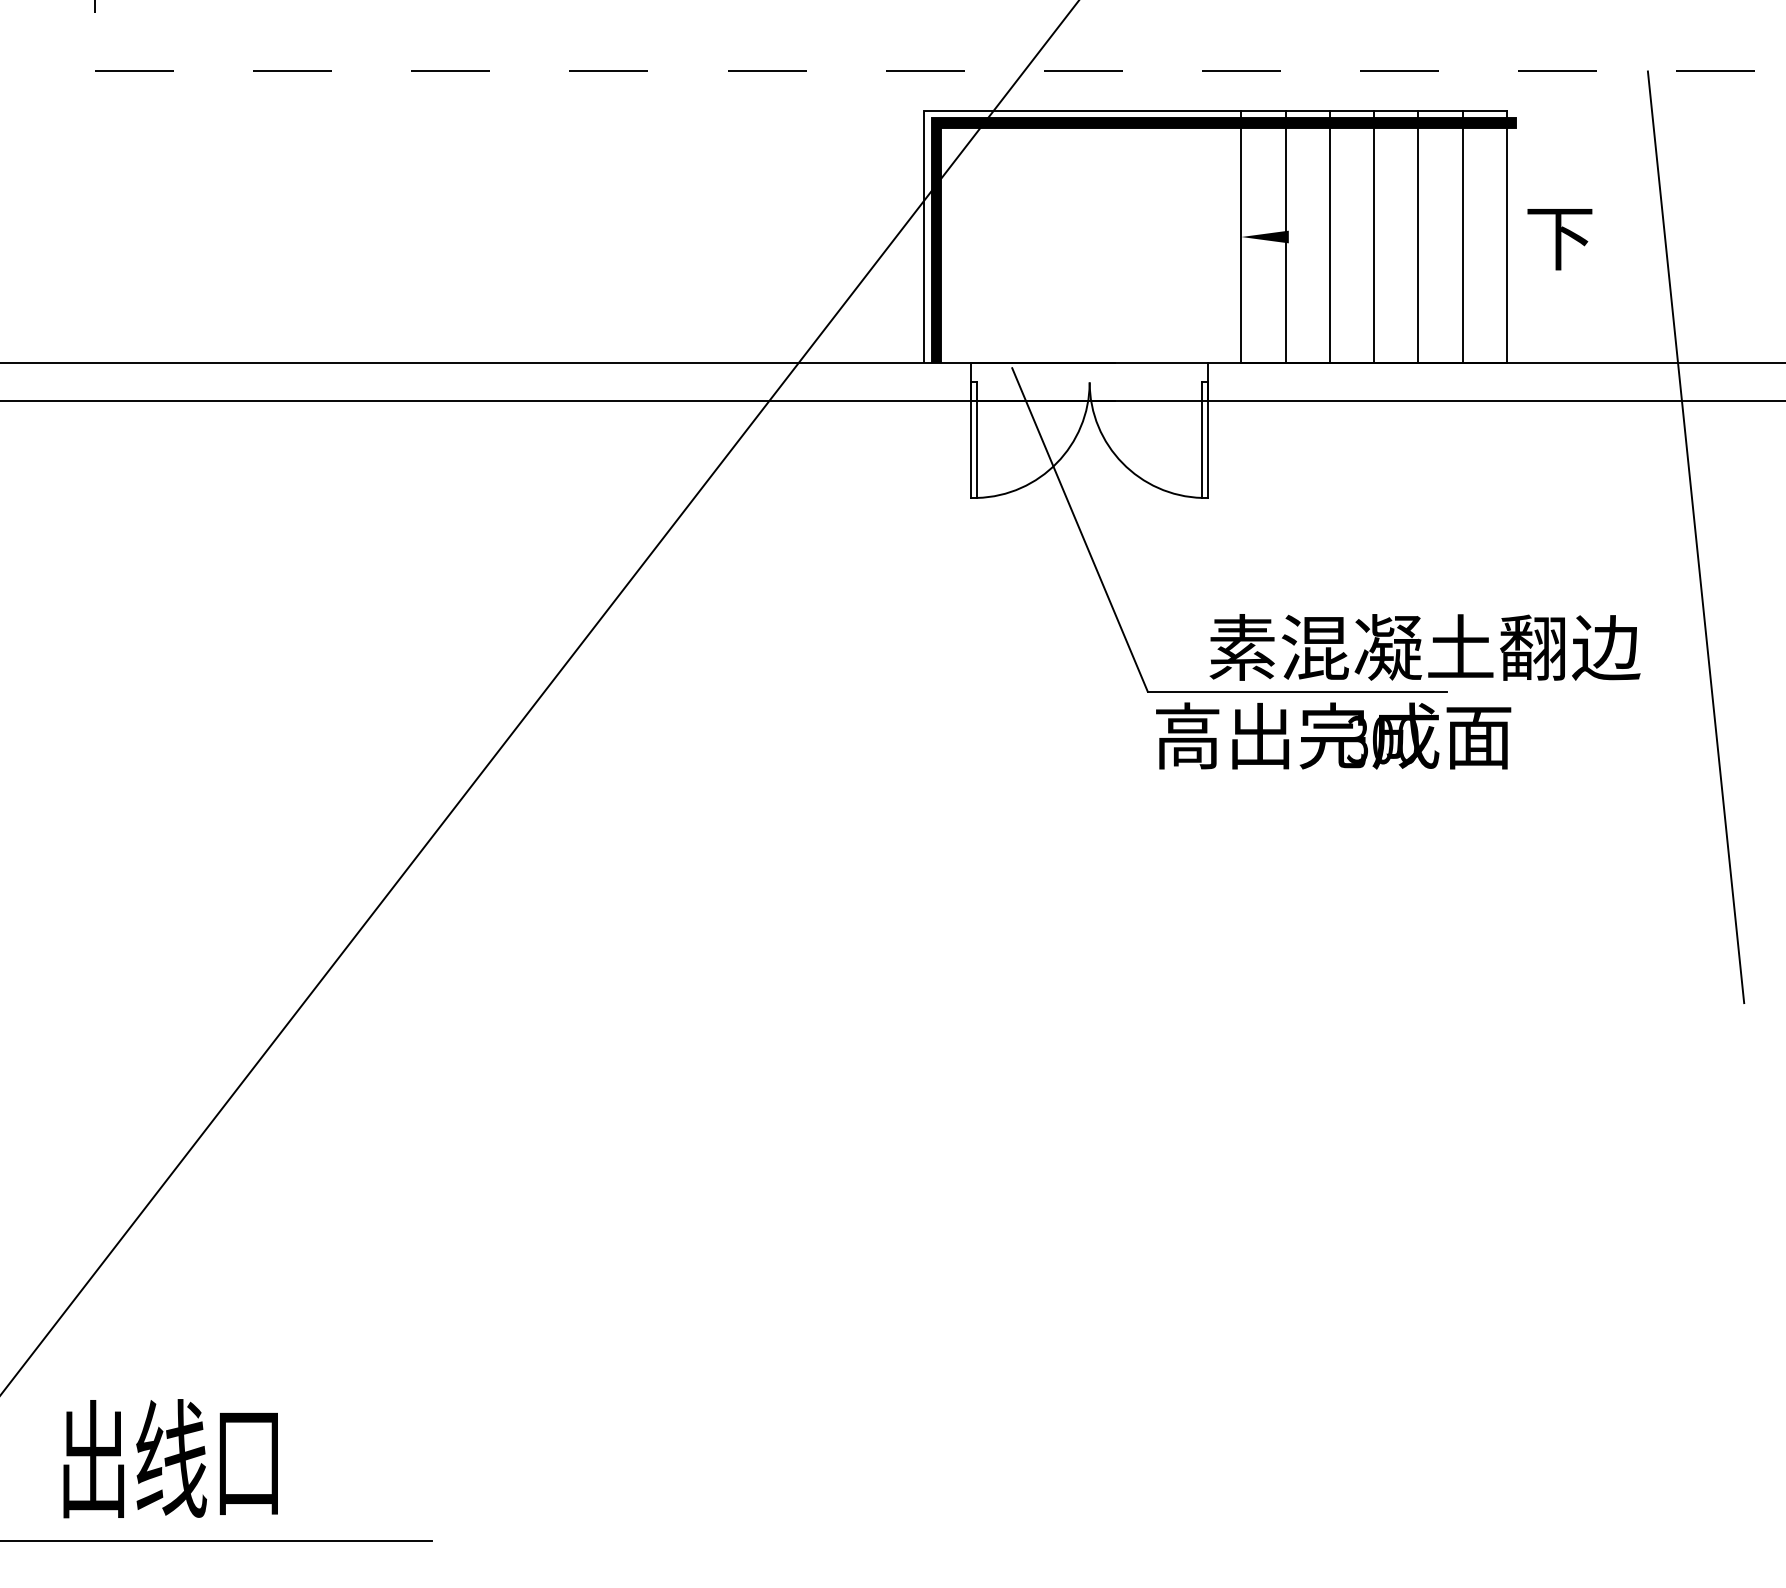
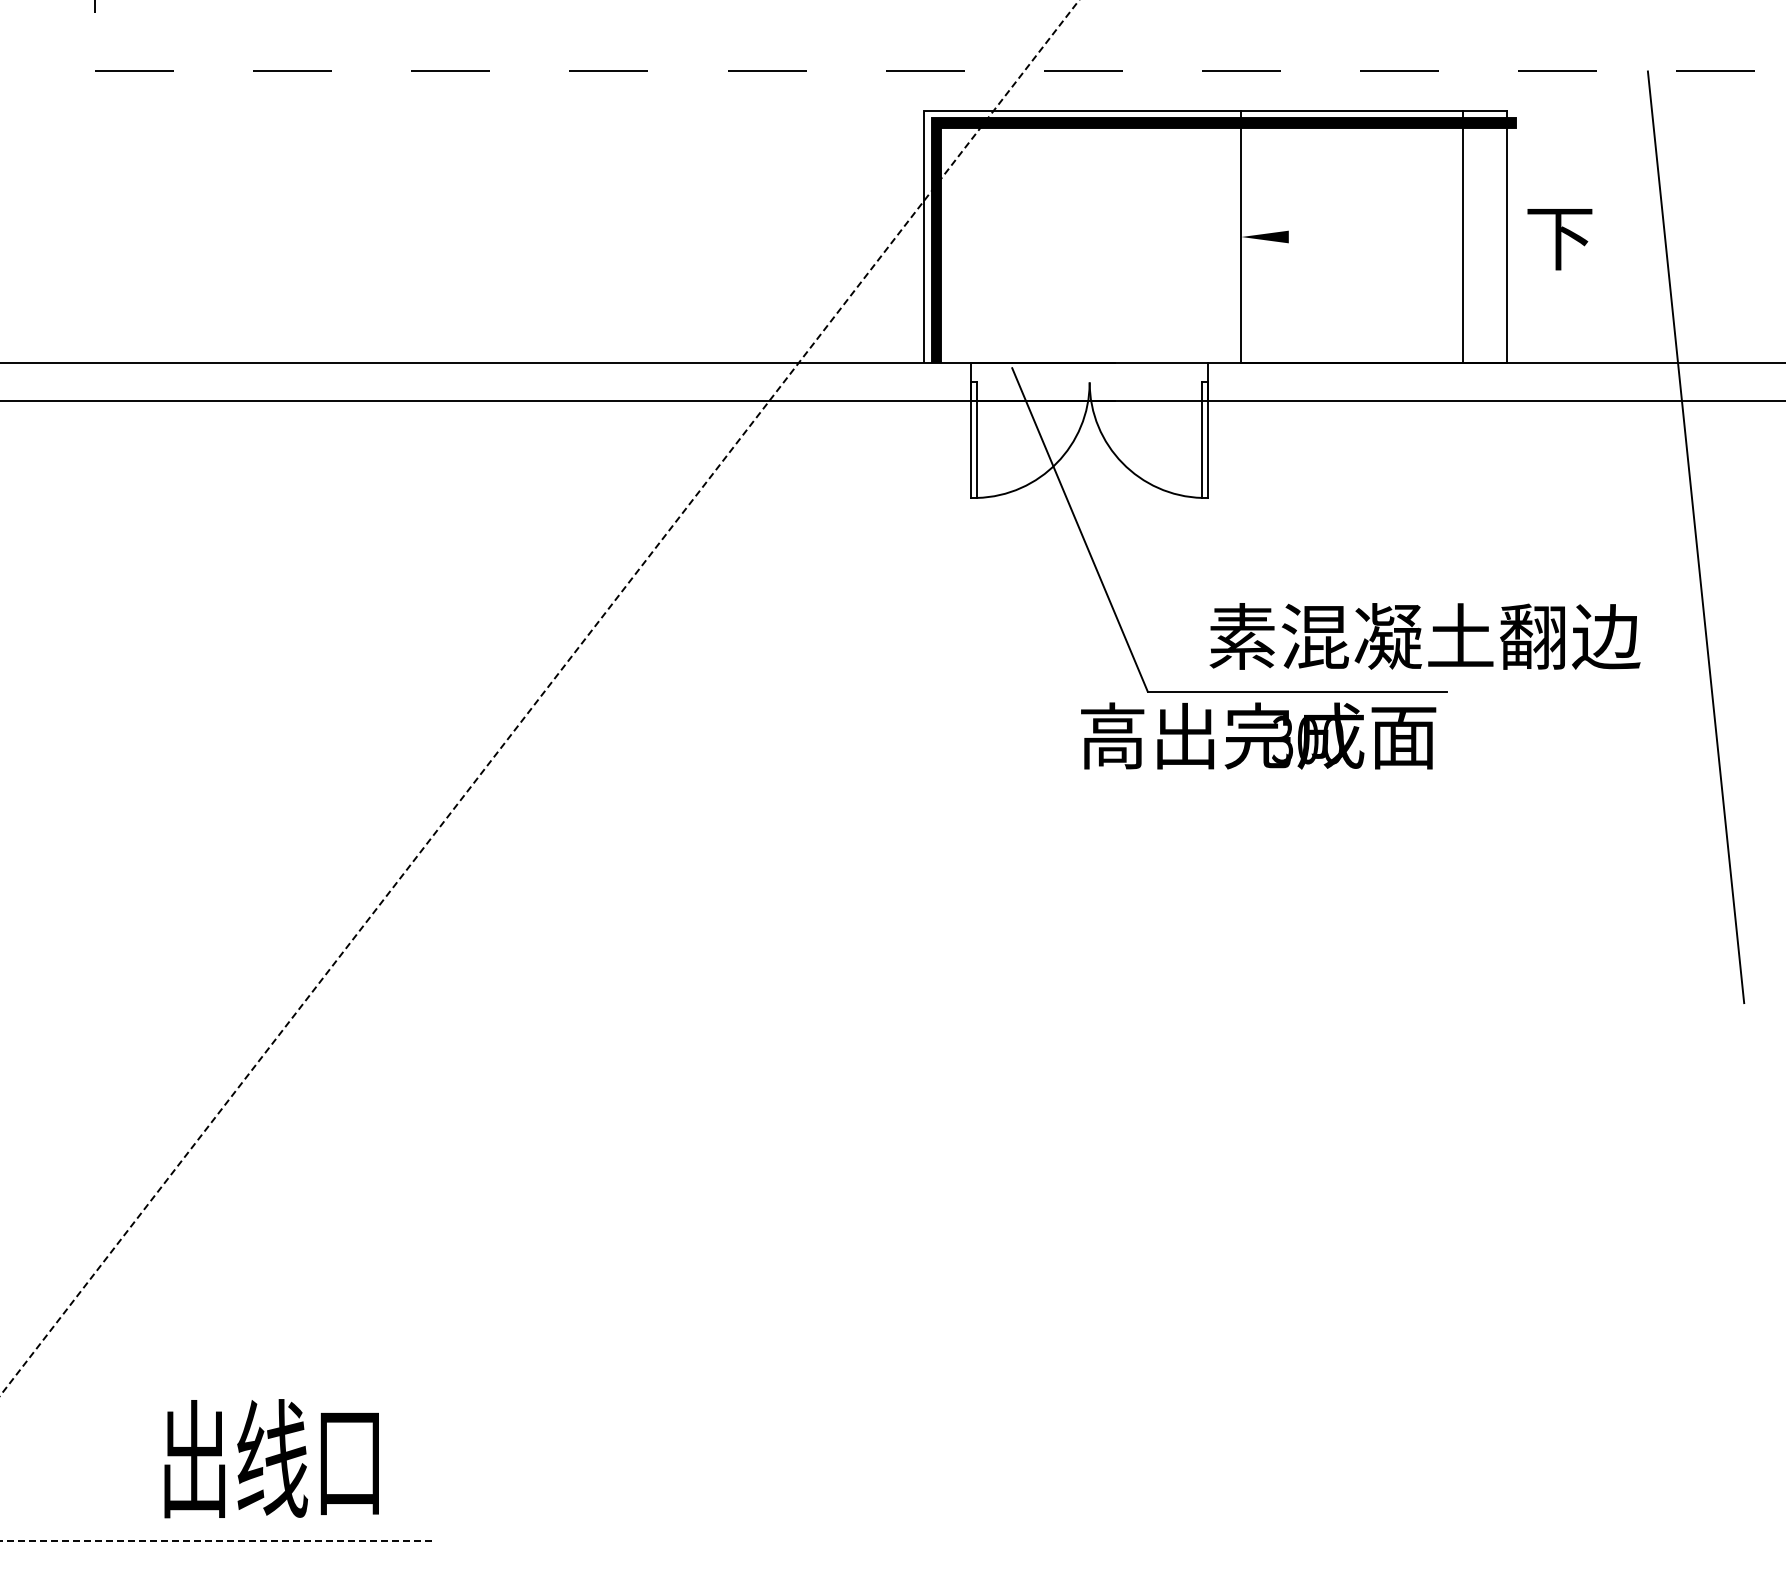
line at (1285, 236): present -> none
line at (1329, 236): present -> none
line at (1374, 236): present -> none
line at (1418, 236): present -> none
text at (1424, 647) position: (1424, 647) -> (1424, 636)
line at (539, 698): solid -> dashed
text at (1333, 735) position: (1333, 735) -> (1258, 735)
text at (170, 1458) position: (170, 1458) -> (271, 1458)
line at (216, 1540): solid -> dashed
